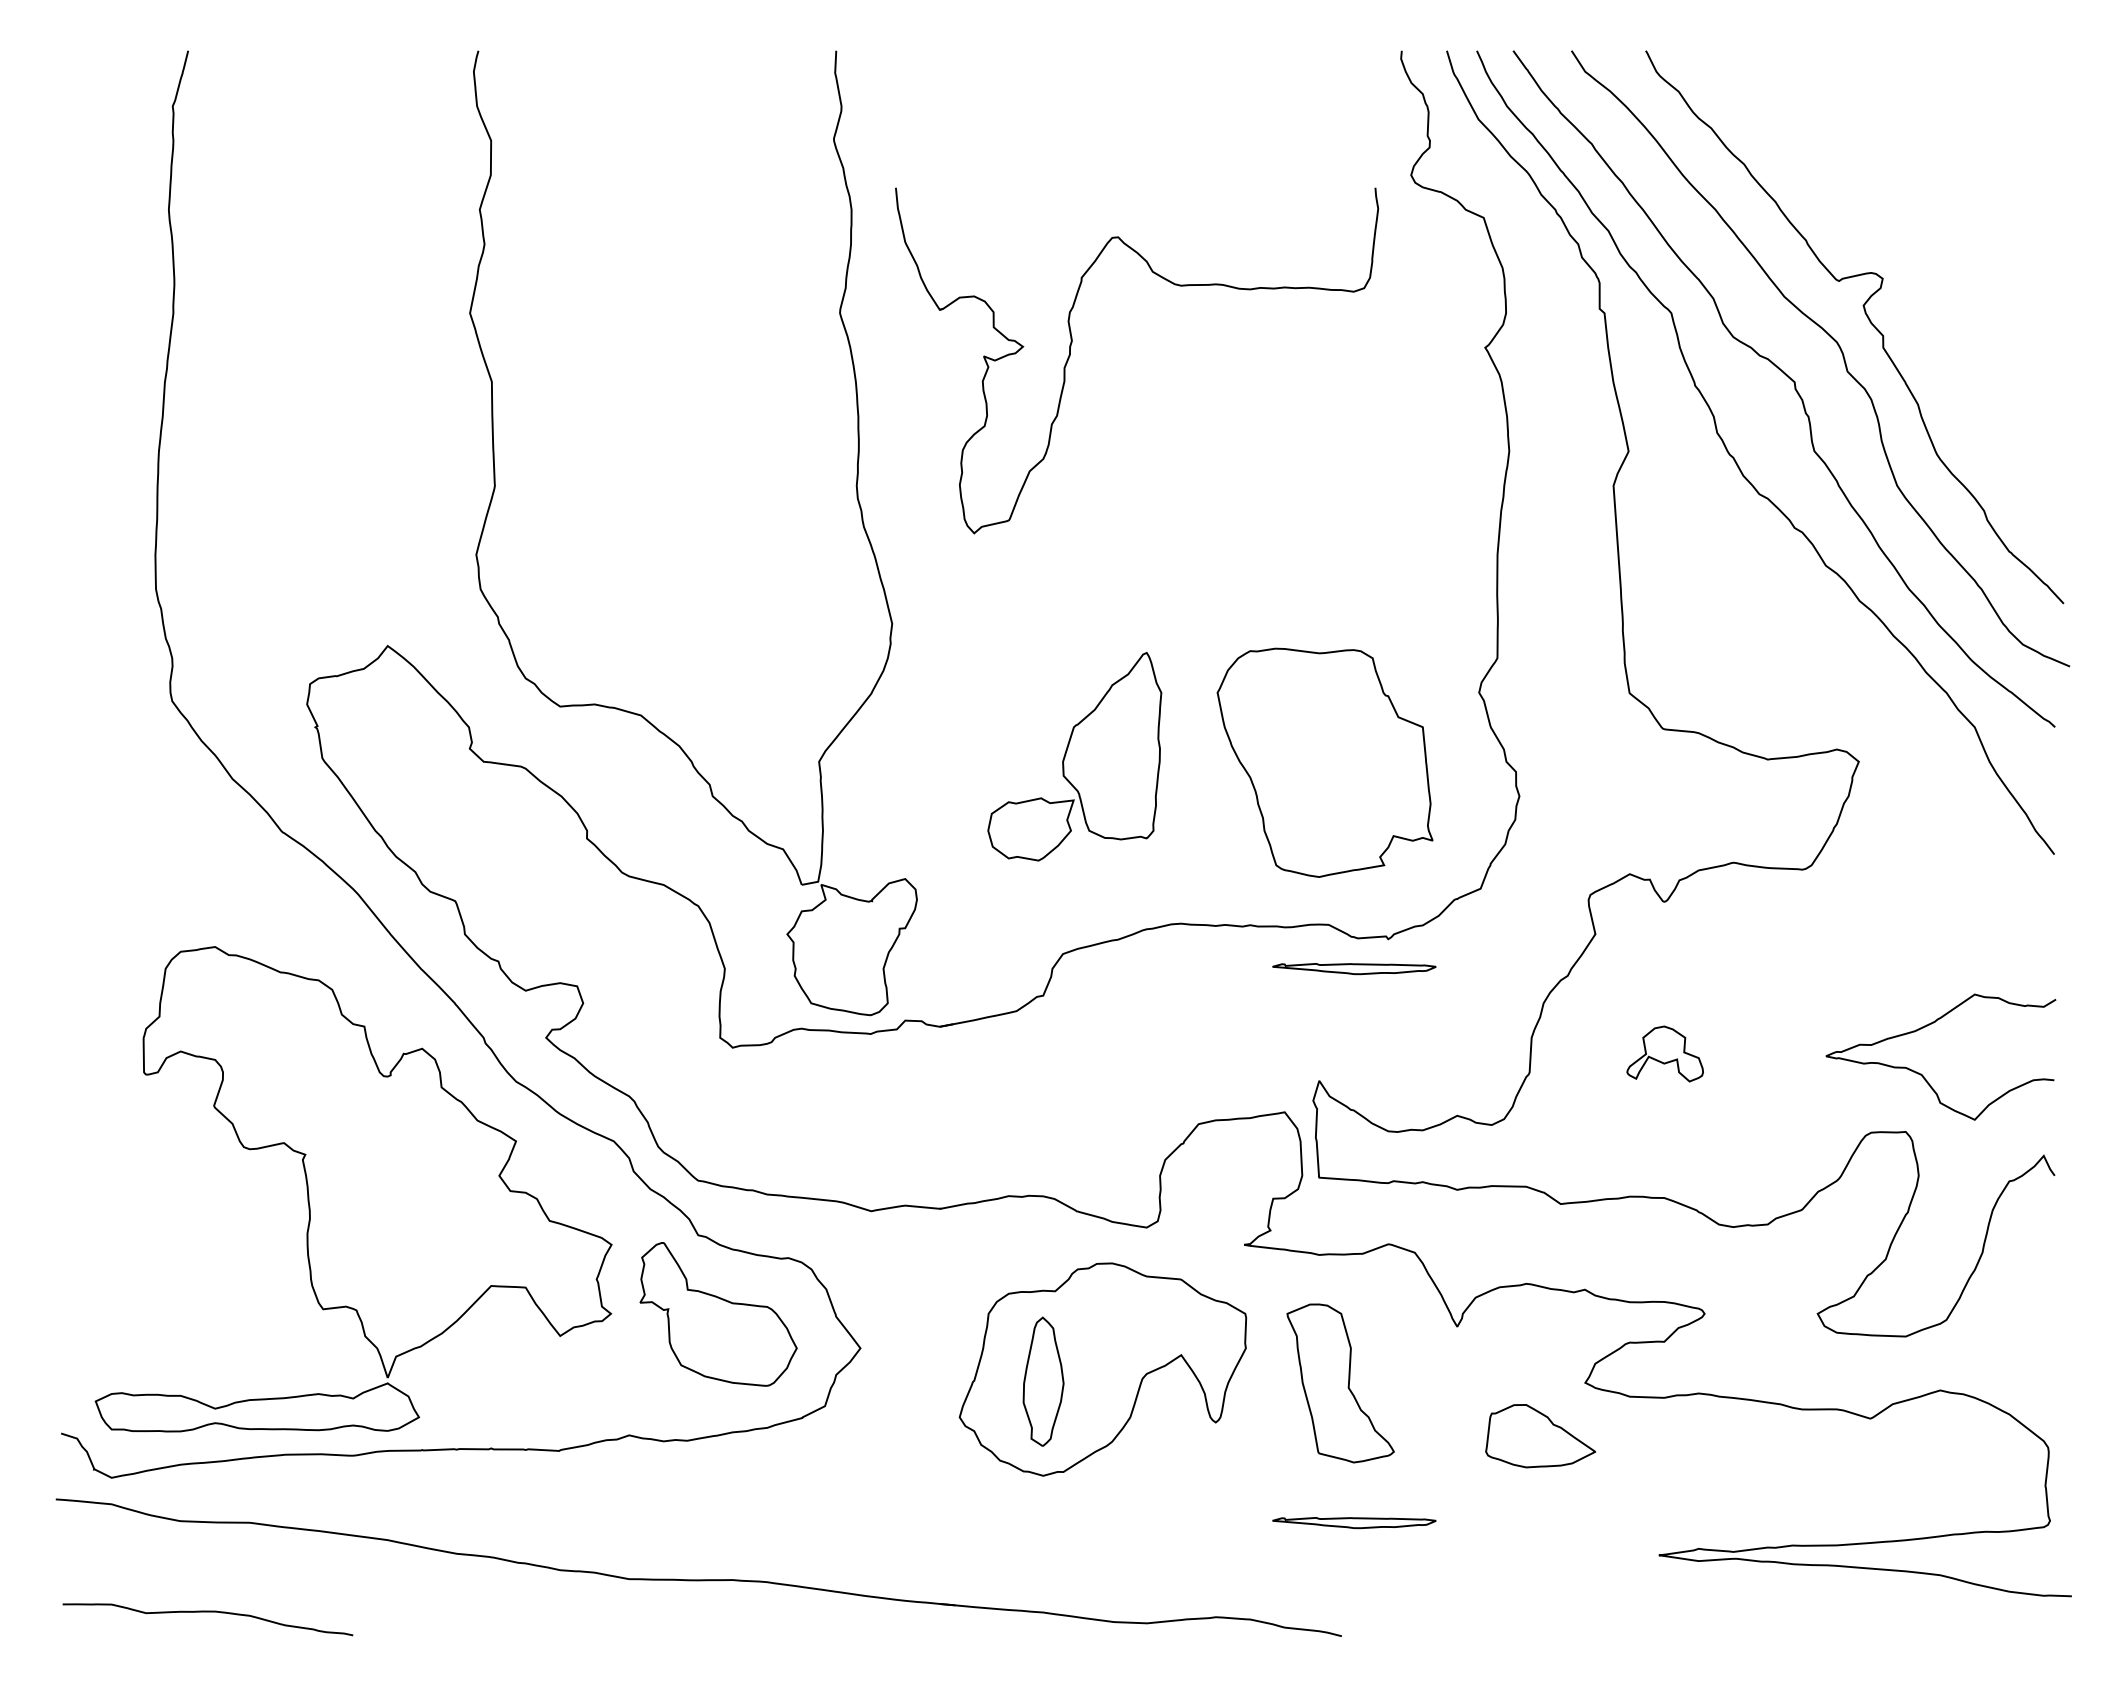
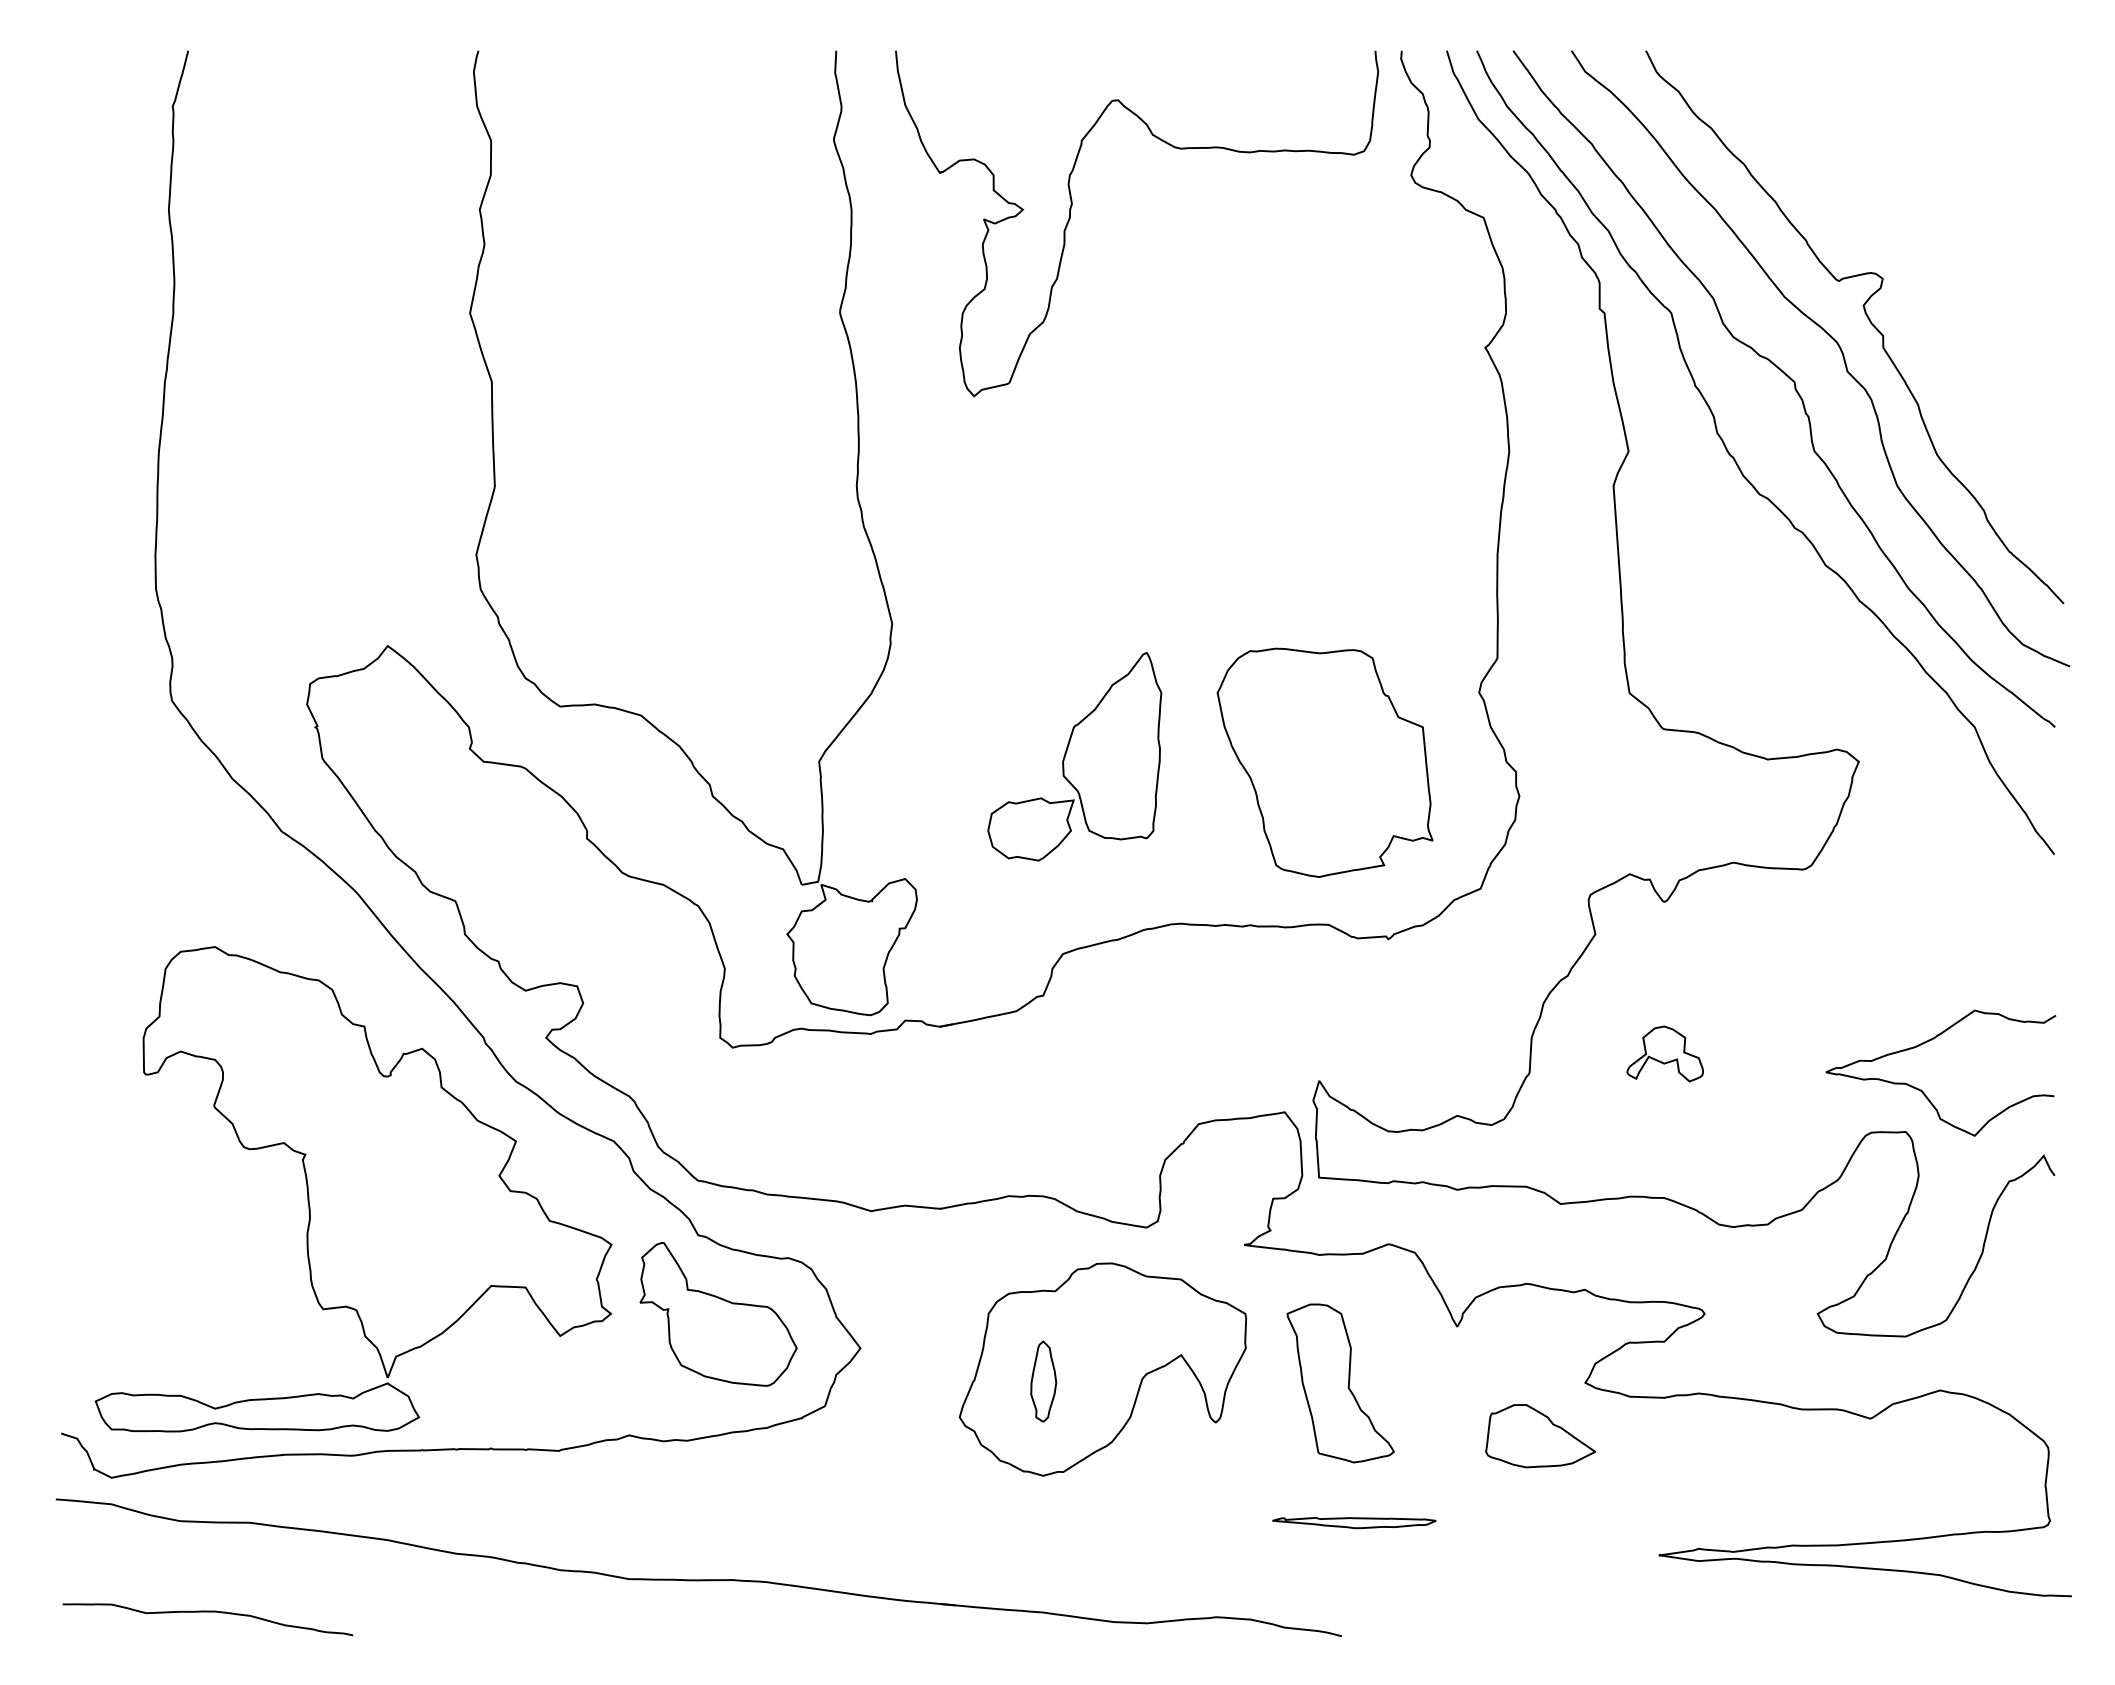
part at (1070, 356) position: (1070, 356) -> (1070, 219)
part at (1354, 969): present -> none
curve at (1922, 1074) position: (1922, 1074) -> (1922, 1090)
part at (1043, 1381) size: 43x131 px -> 28x83 px
